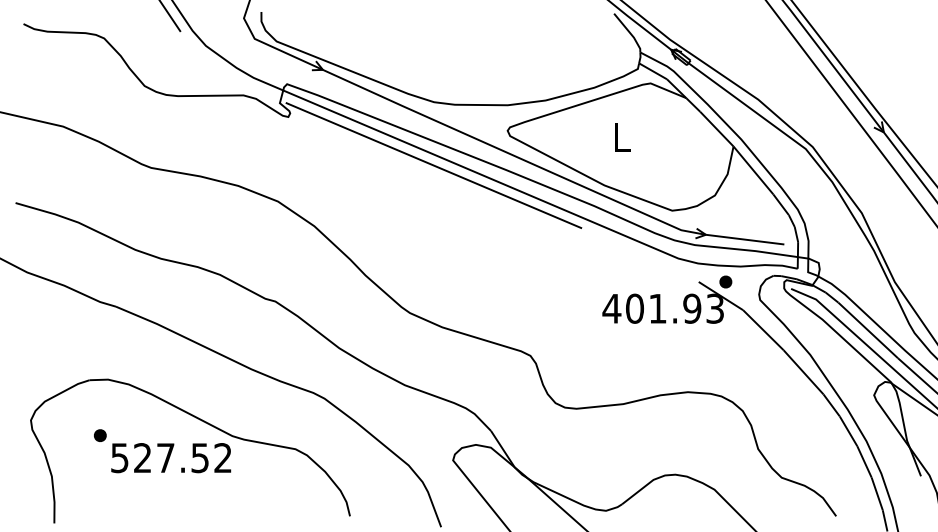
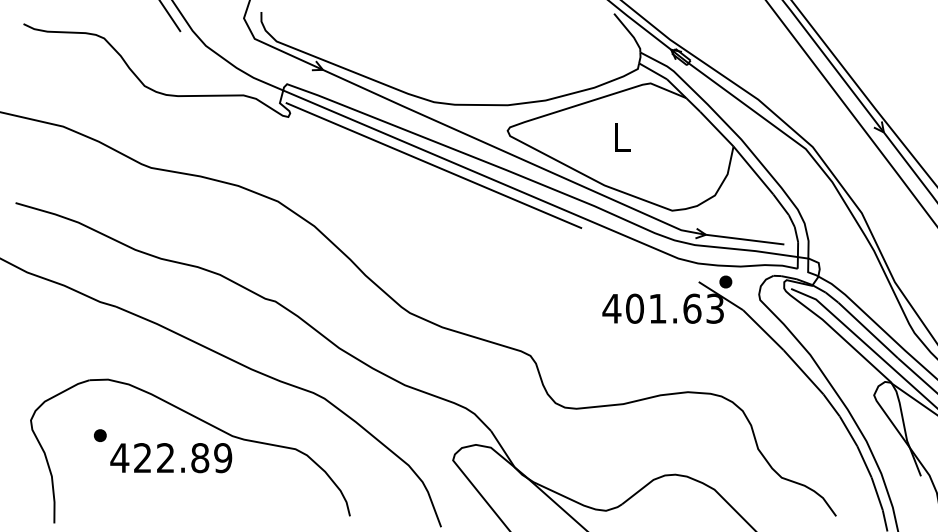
text at (692, 308): 401.93 -> 401.63
text at (171, 458): 527.52 -> 422.89
